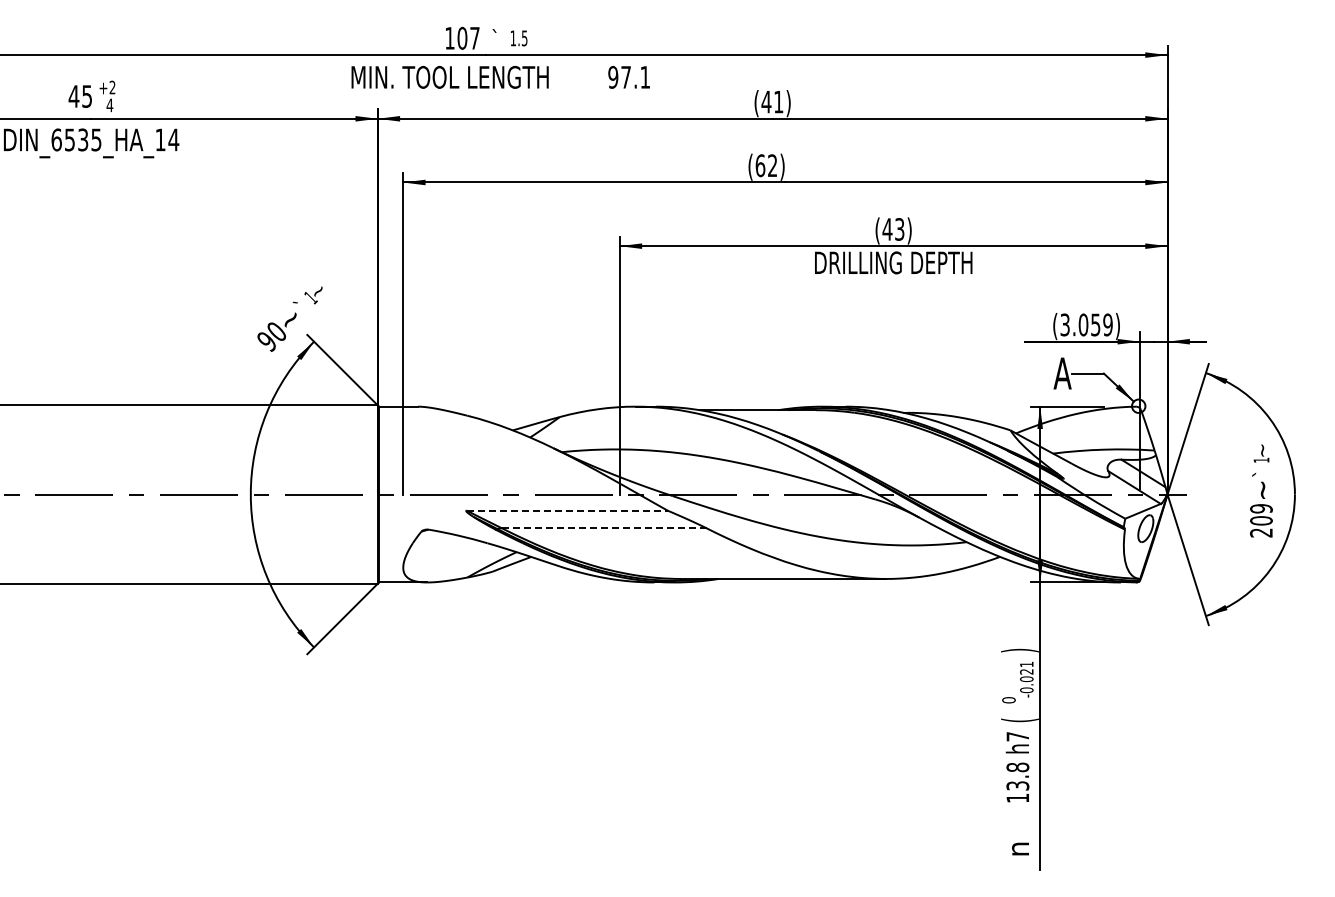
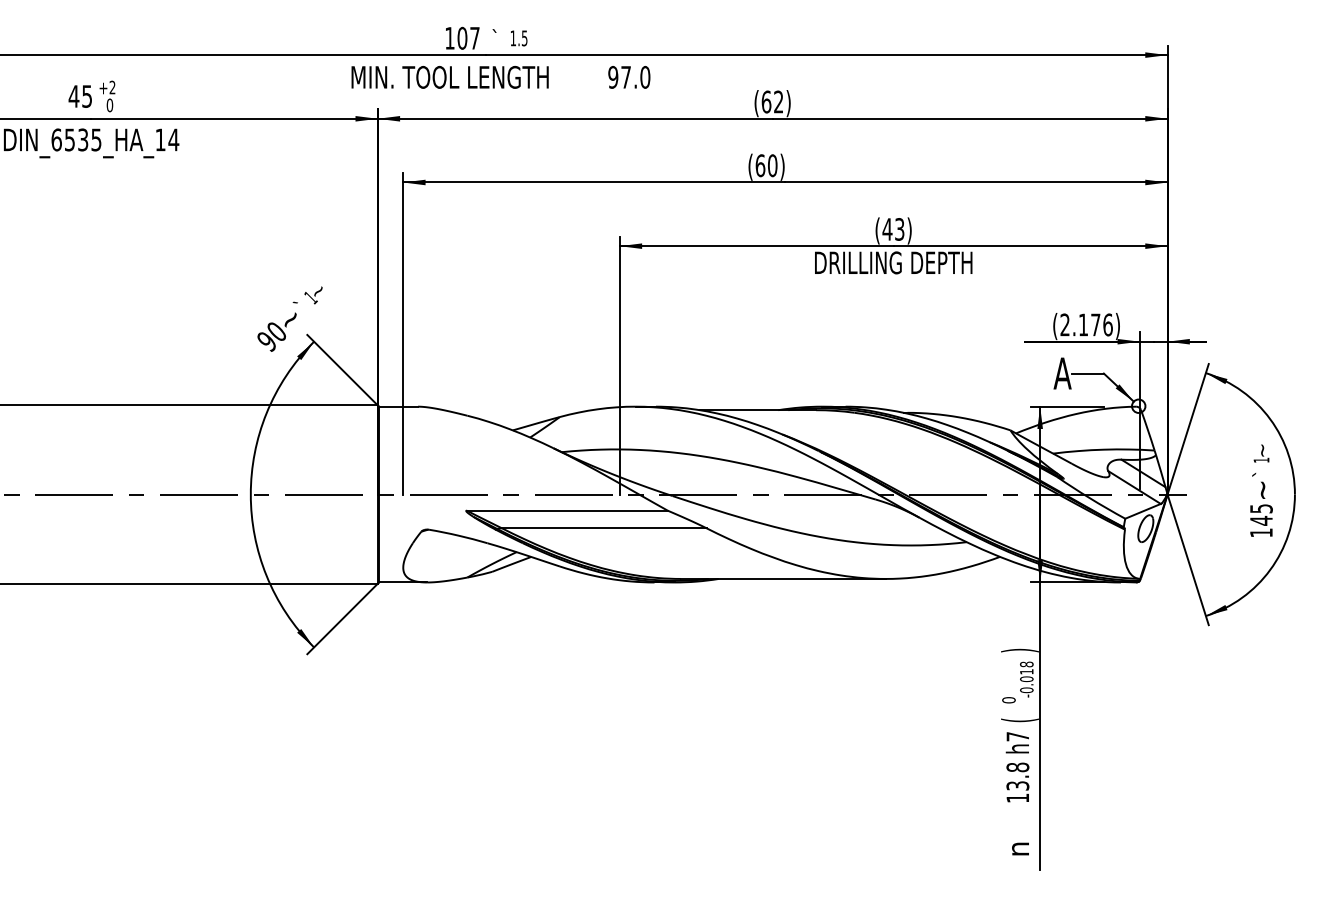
text at (645, 76): 97.1 -> 97.0
text at (772, 101): (41) -> (62)
text at (109, 105): 4 -> 0
text at (772, 165): (62) -> (60)
text at (1086, 324): (3.059) -> (2.176)
line at (567, 510): dashed -> solid
text at (1261, 520): 209 -> 145
line at (603, 528): dashed -> solid
text at (1026, 667): -0.021 -> -0.018
